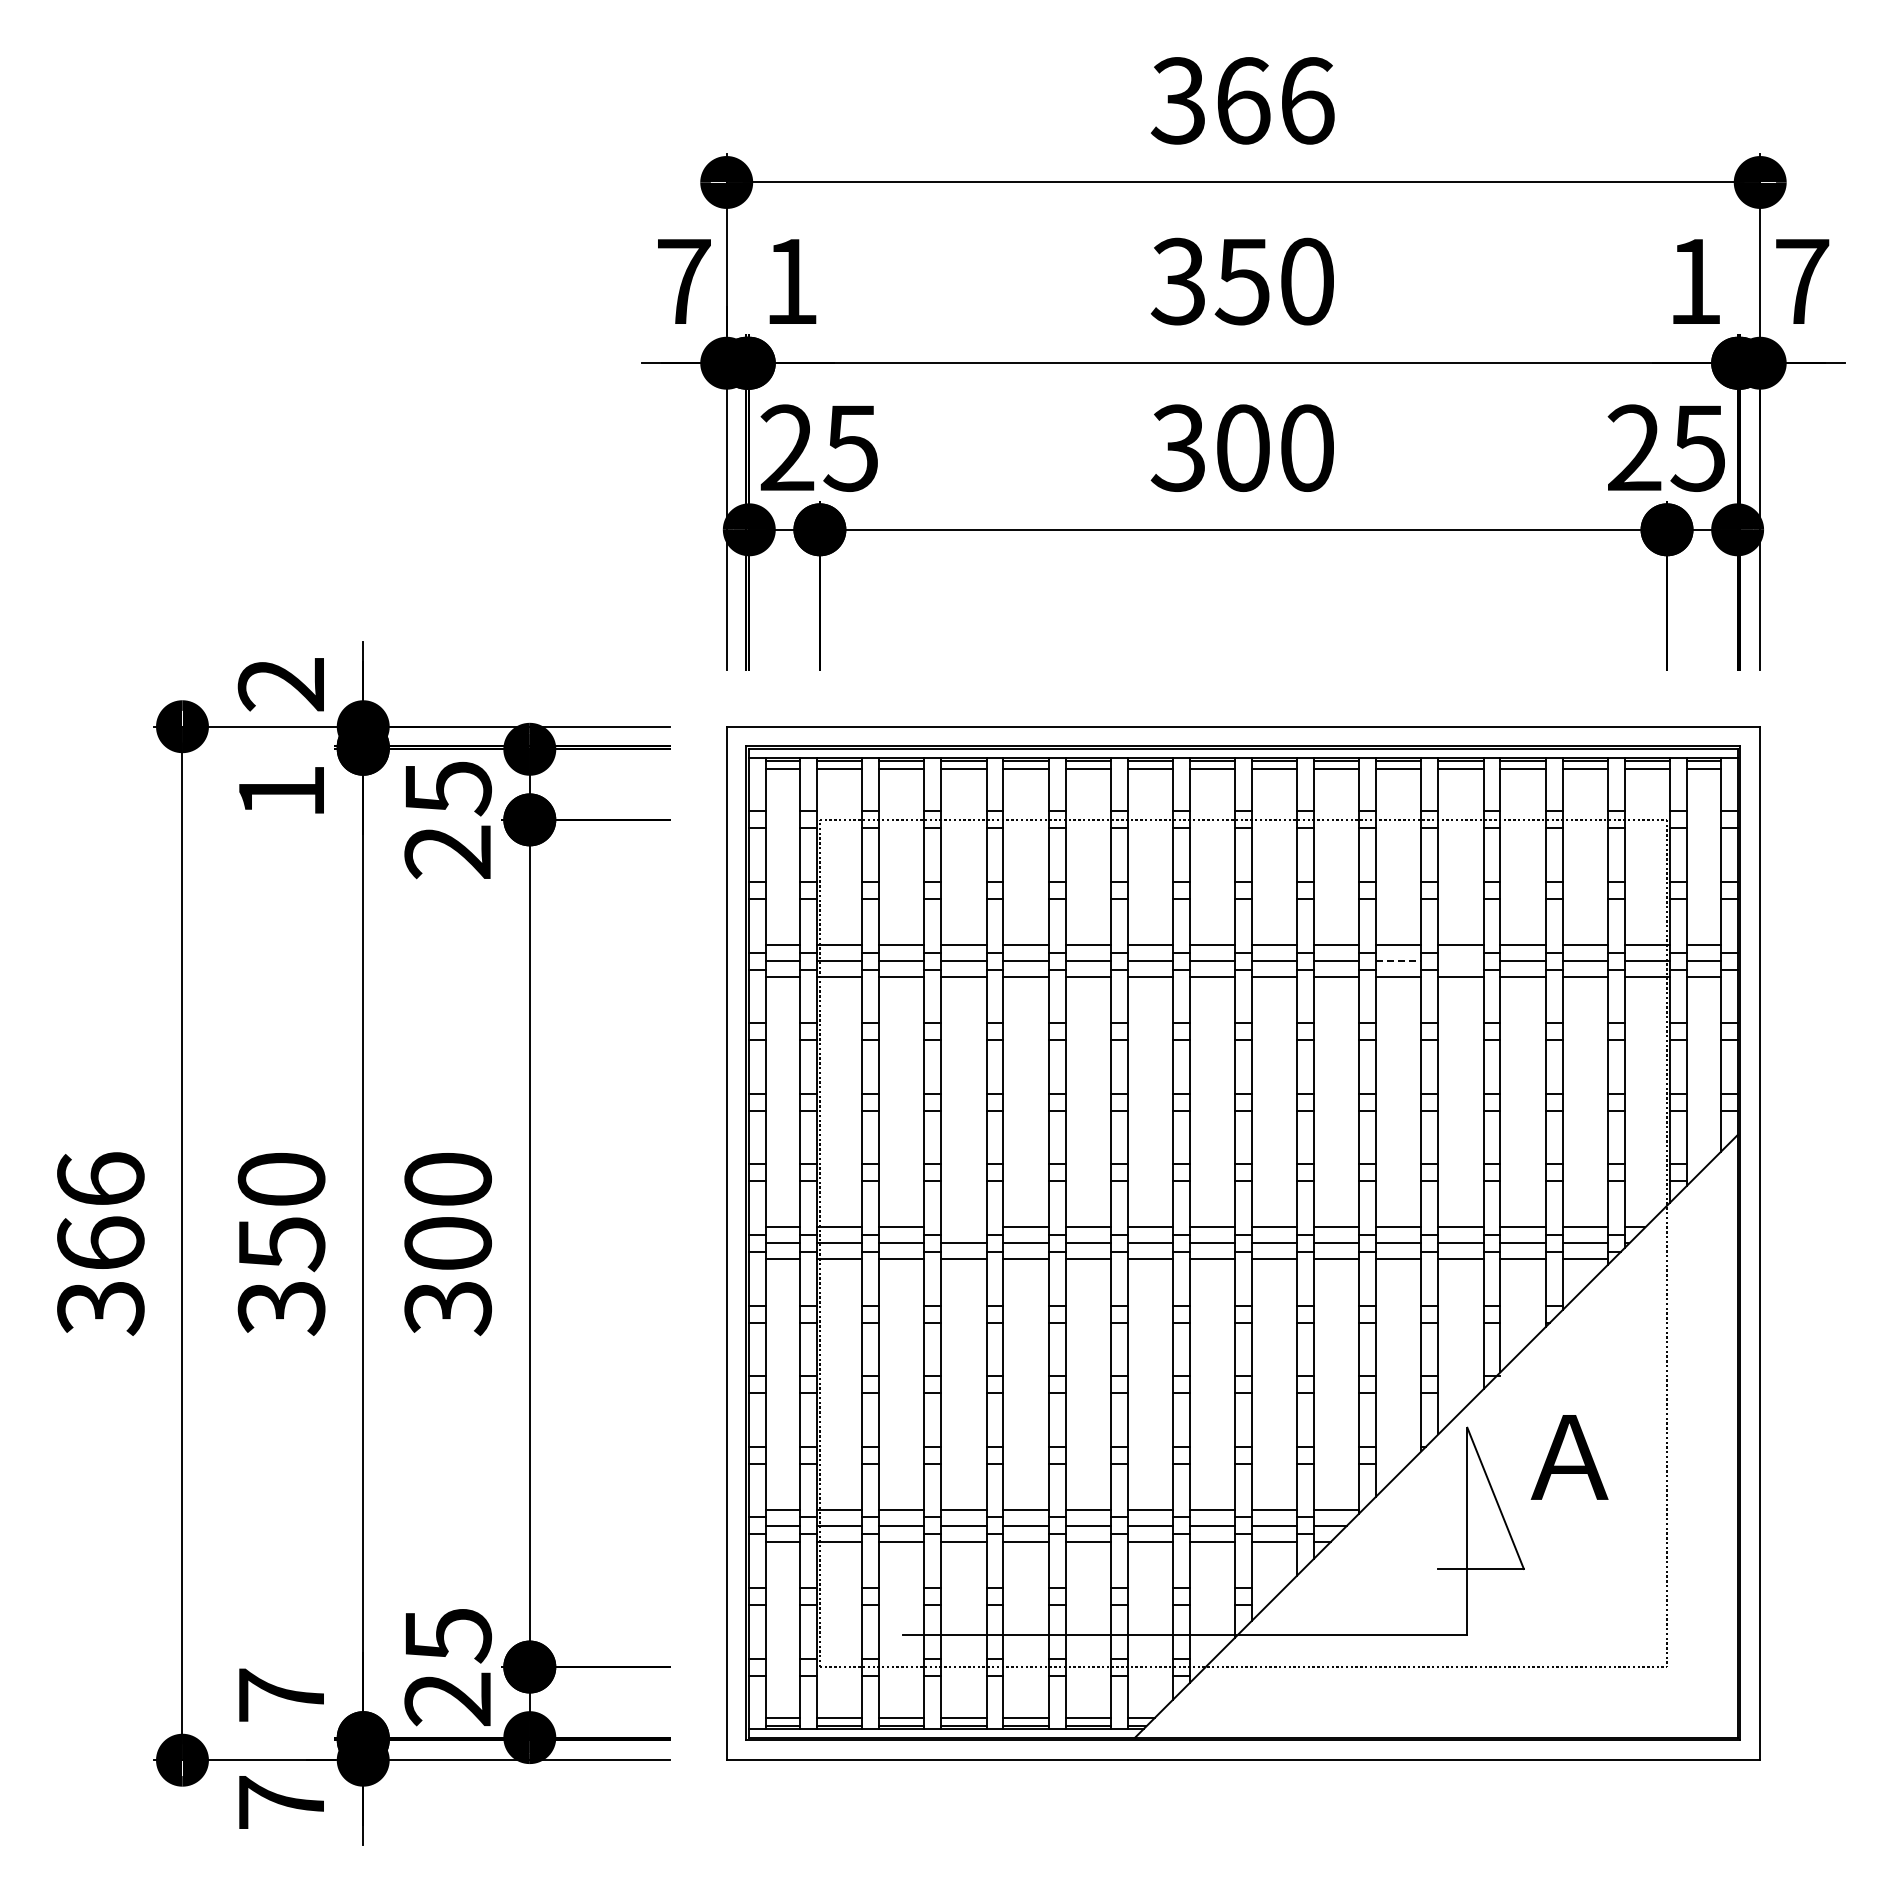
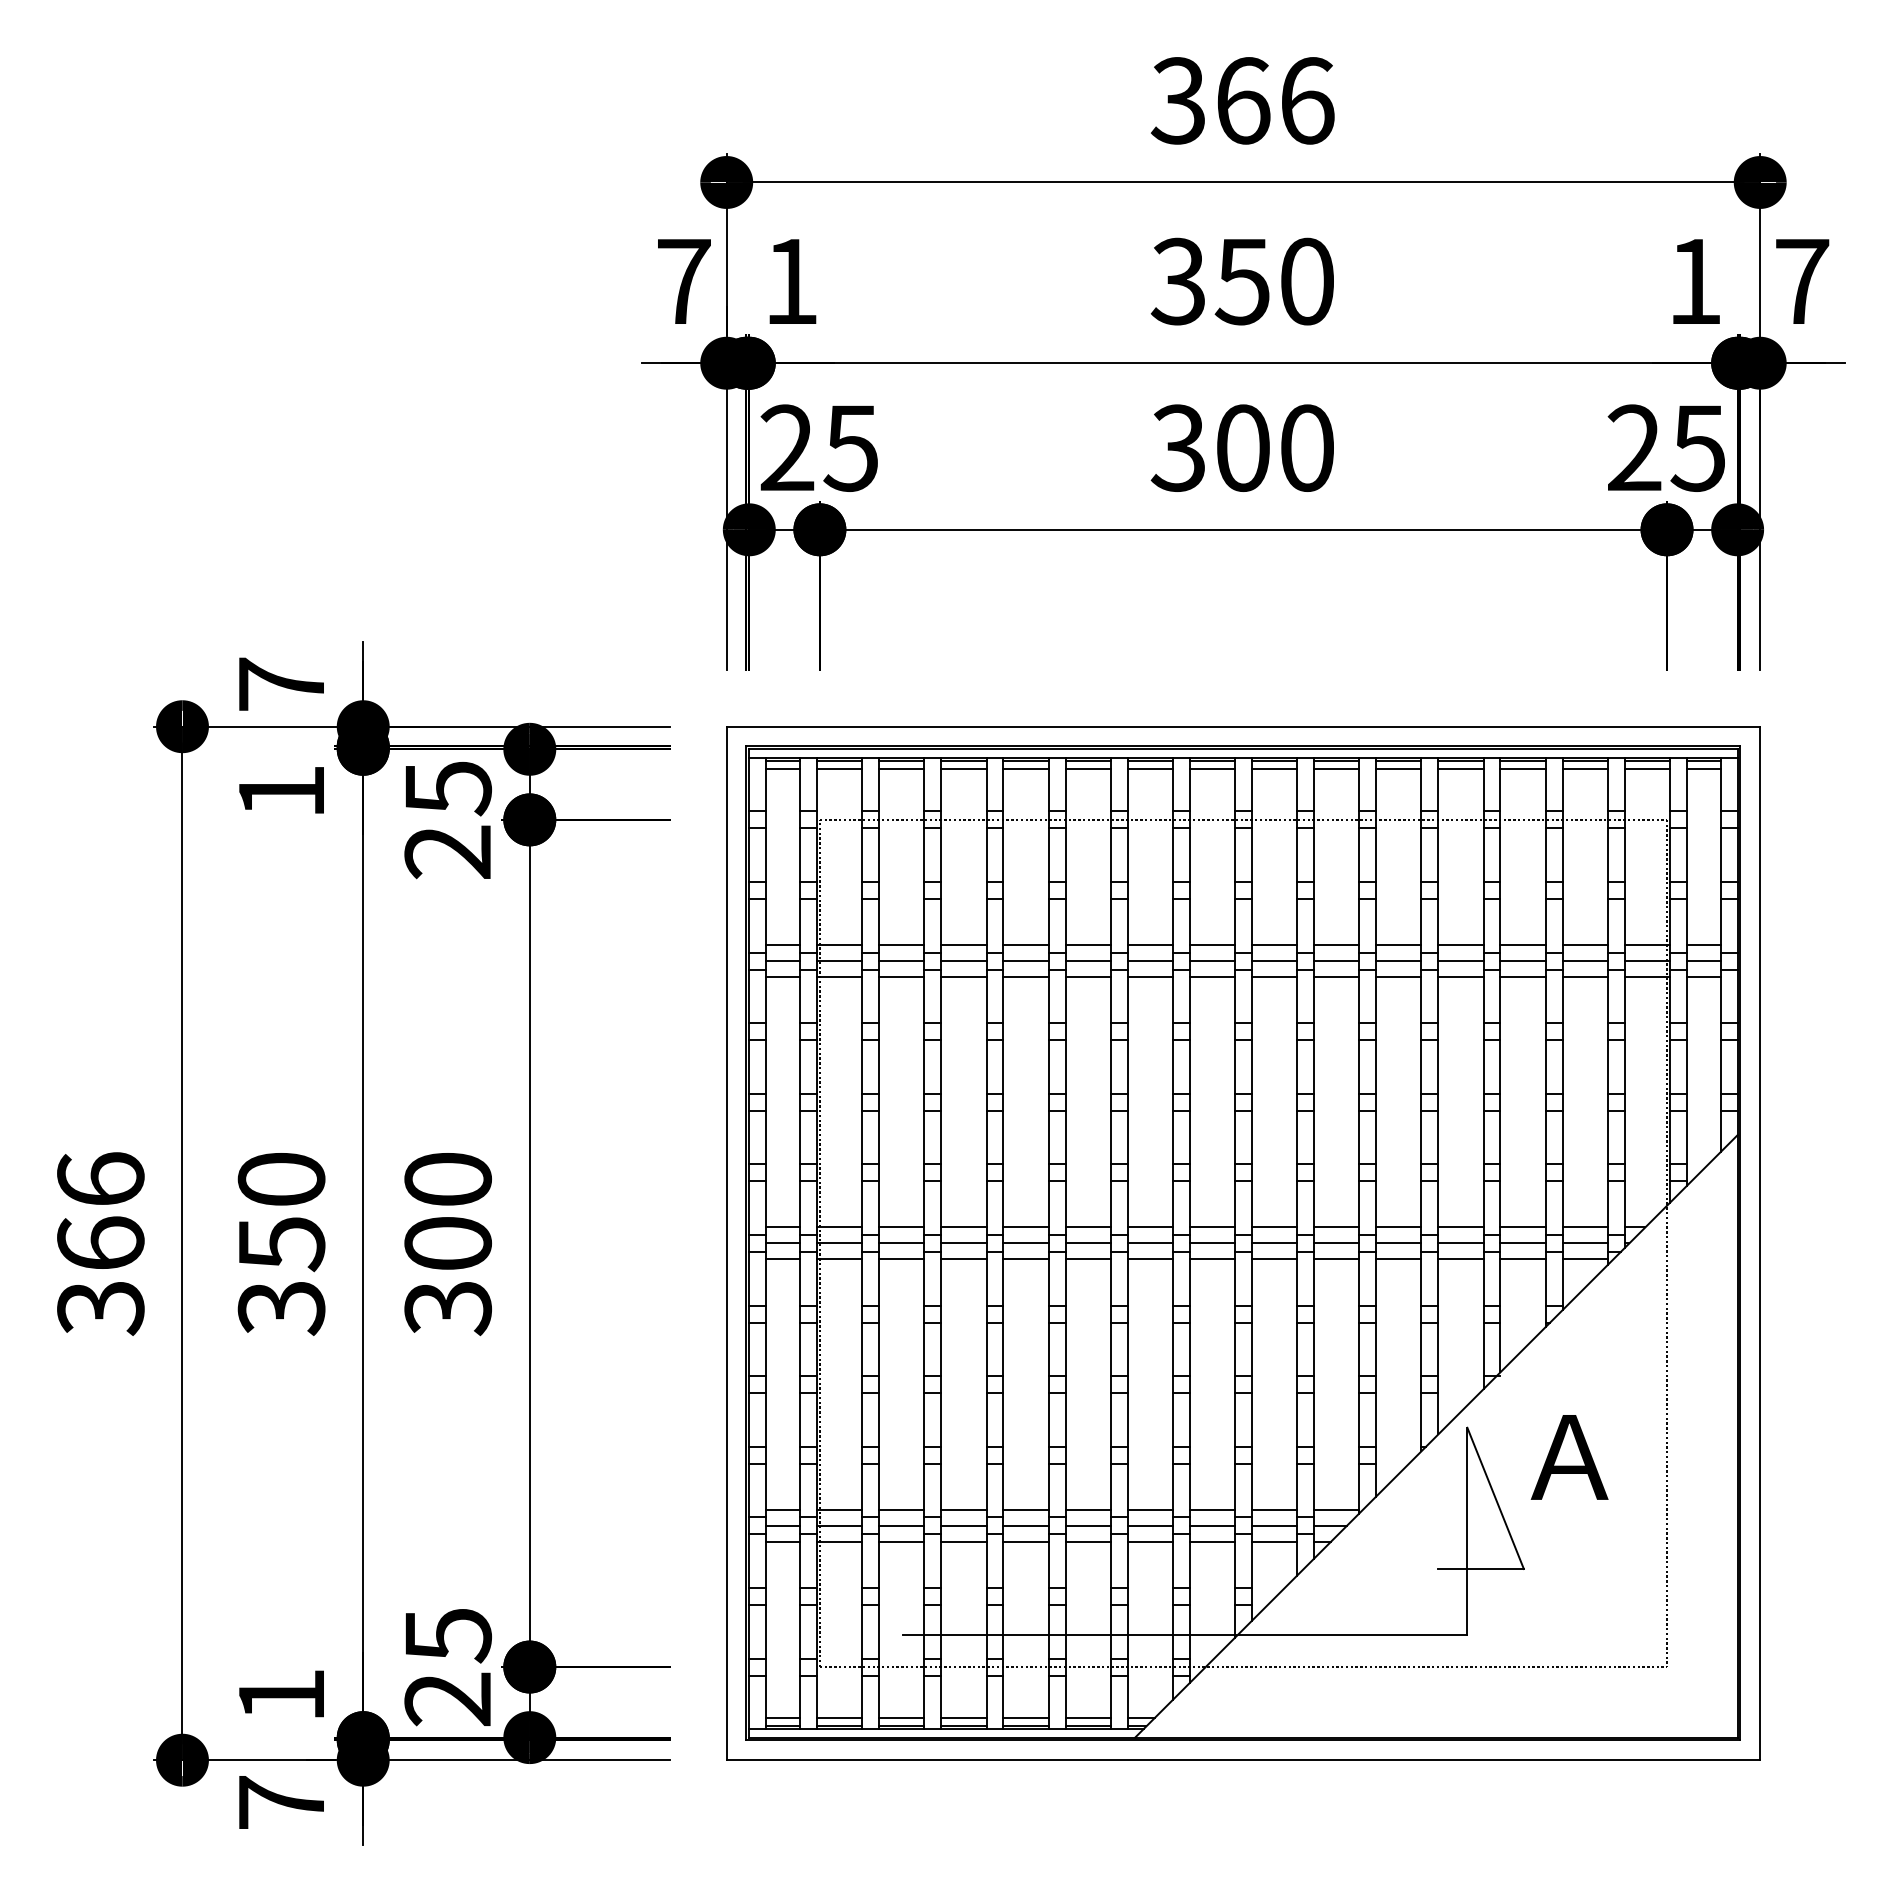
text at (280, 684): 2 -> 7
line at (1398, 961): dashed -> solid
line at (1460, 961): none -> present
line at (963, 1227): none -> present
text at (281, 1694): 7 -> 1
